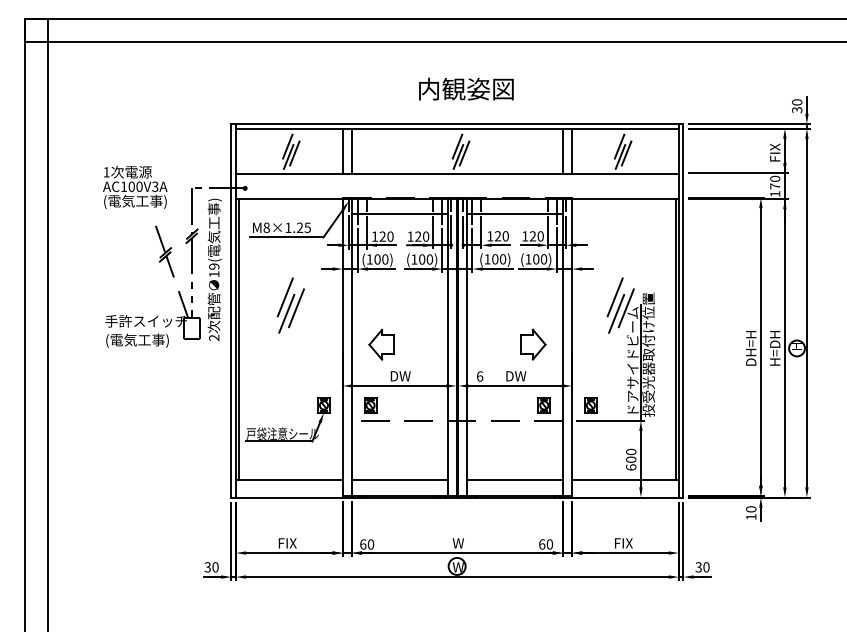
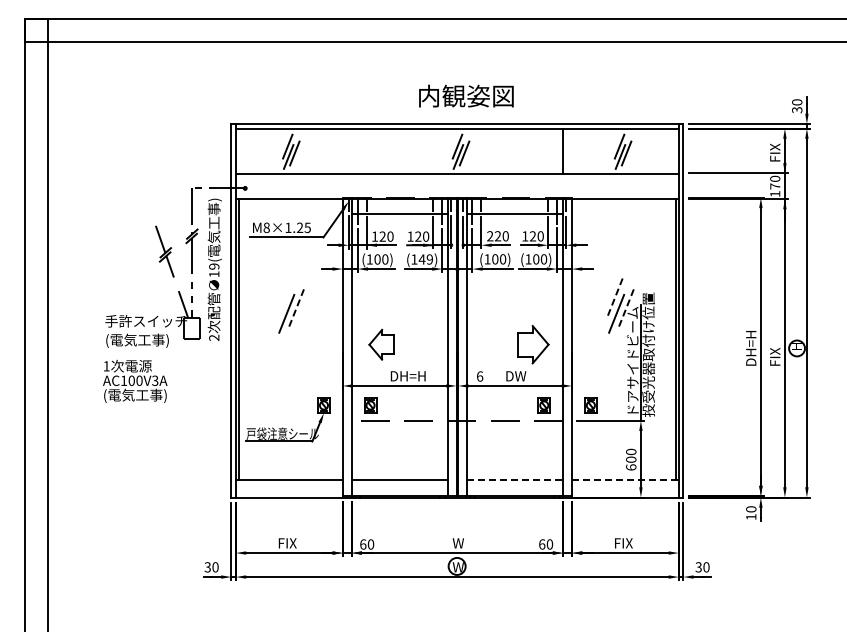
text at (466, 88) position: (466, 88) -> (466, 95)
line at (342, 150): present -> none
line at (351, 150): present -> none
line at (572, 150): present -> none
text at (135, 187) position: (135, 187) -> (135, 381)
text at (490, 236): 120 -> 220
text at (425, 259): (100) -> (149)
line at (284, 297): present -> none
line at (615, 297): solid -> dashed
line at (296, 308): solid -> dashed
line at (626, 308): solid -> dashed
part at (533, 344) size: 27x33 px -> 33x40 px
text at (775, 347): H=DH -> FIX
text at (412, 376): DW -> DH=H
line at (515, 479): solid -> dashed
line at (625, 479): solid -> dashed
